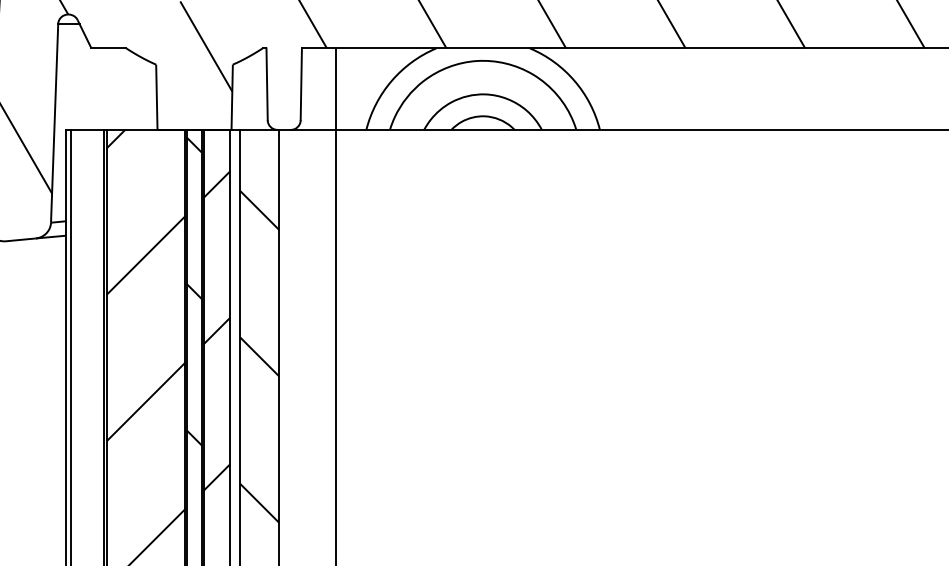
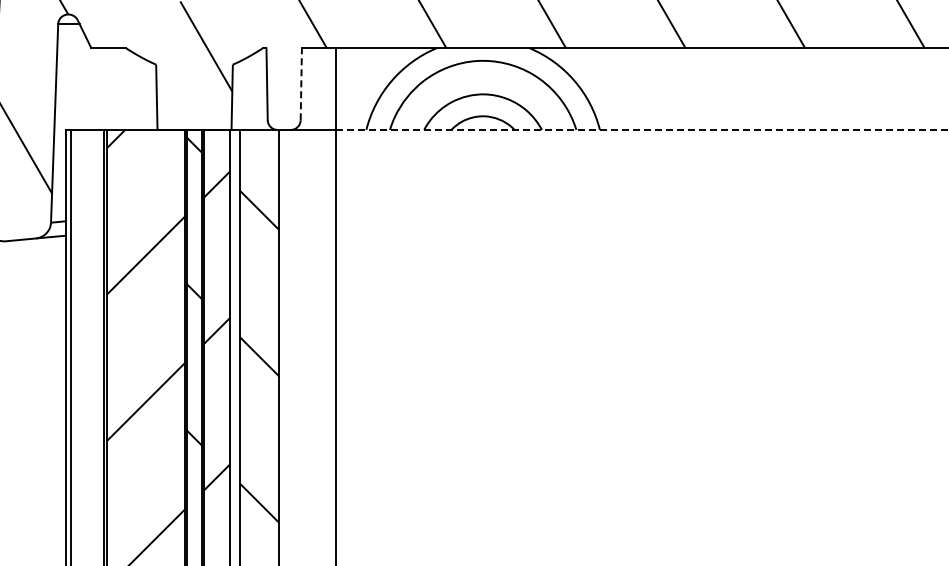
line at (301, 84): solid -> dashed
line at (642, 129): solid -> dashed
